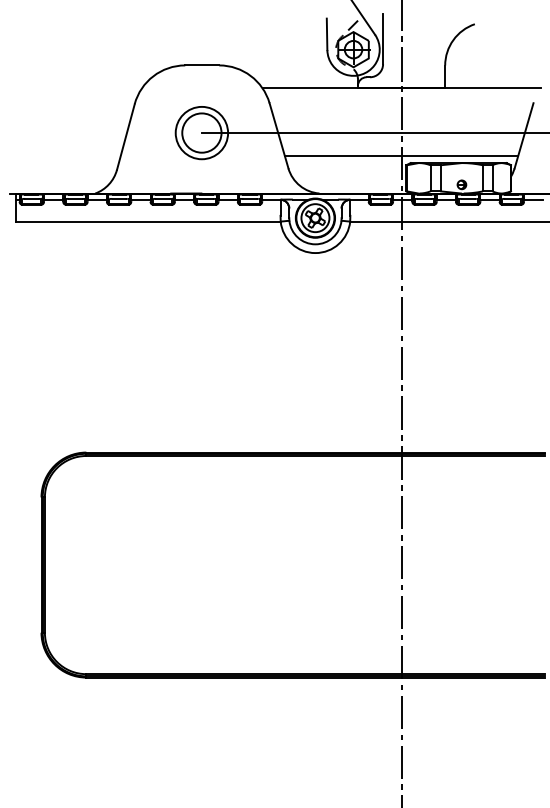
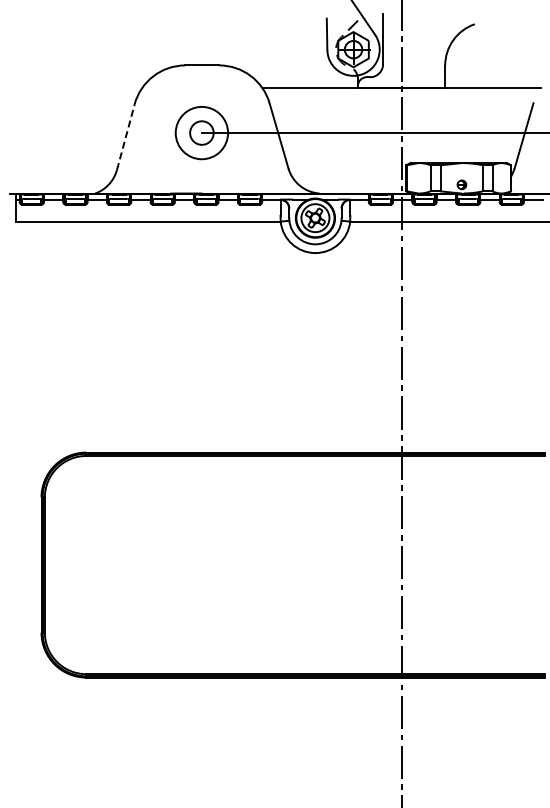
circle at (201, 132) diameter: 39 px -> 24 px
line at (126, 136): solid -> dashed
line at (401, 155): present -> none
